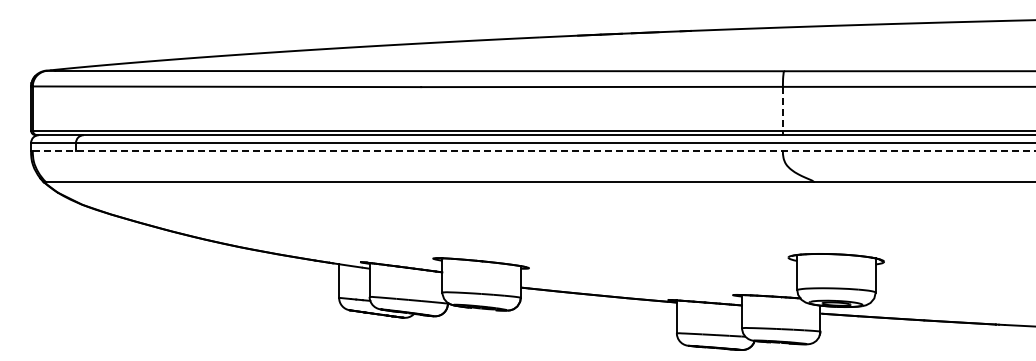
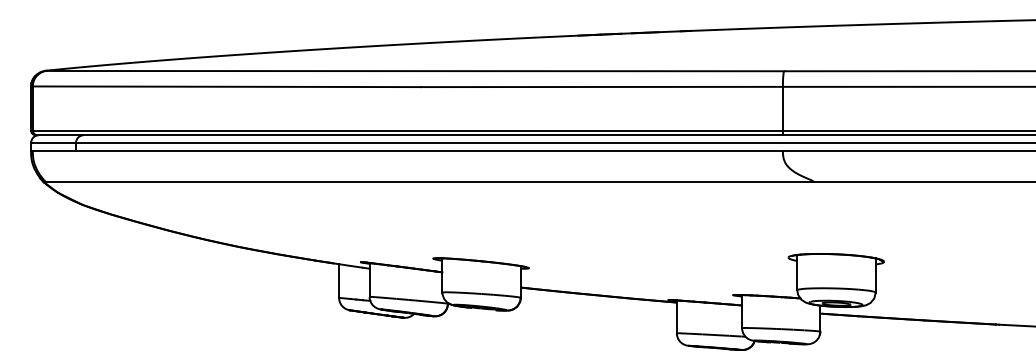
line at (782, 108): dashed -> solid
line at (534, 150): dashed -> solid
